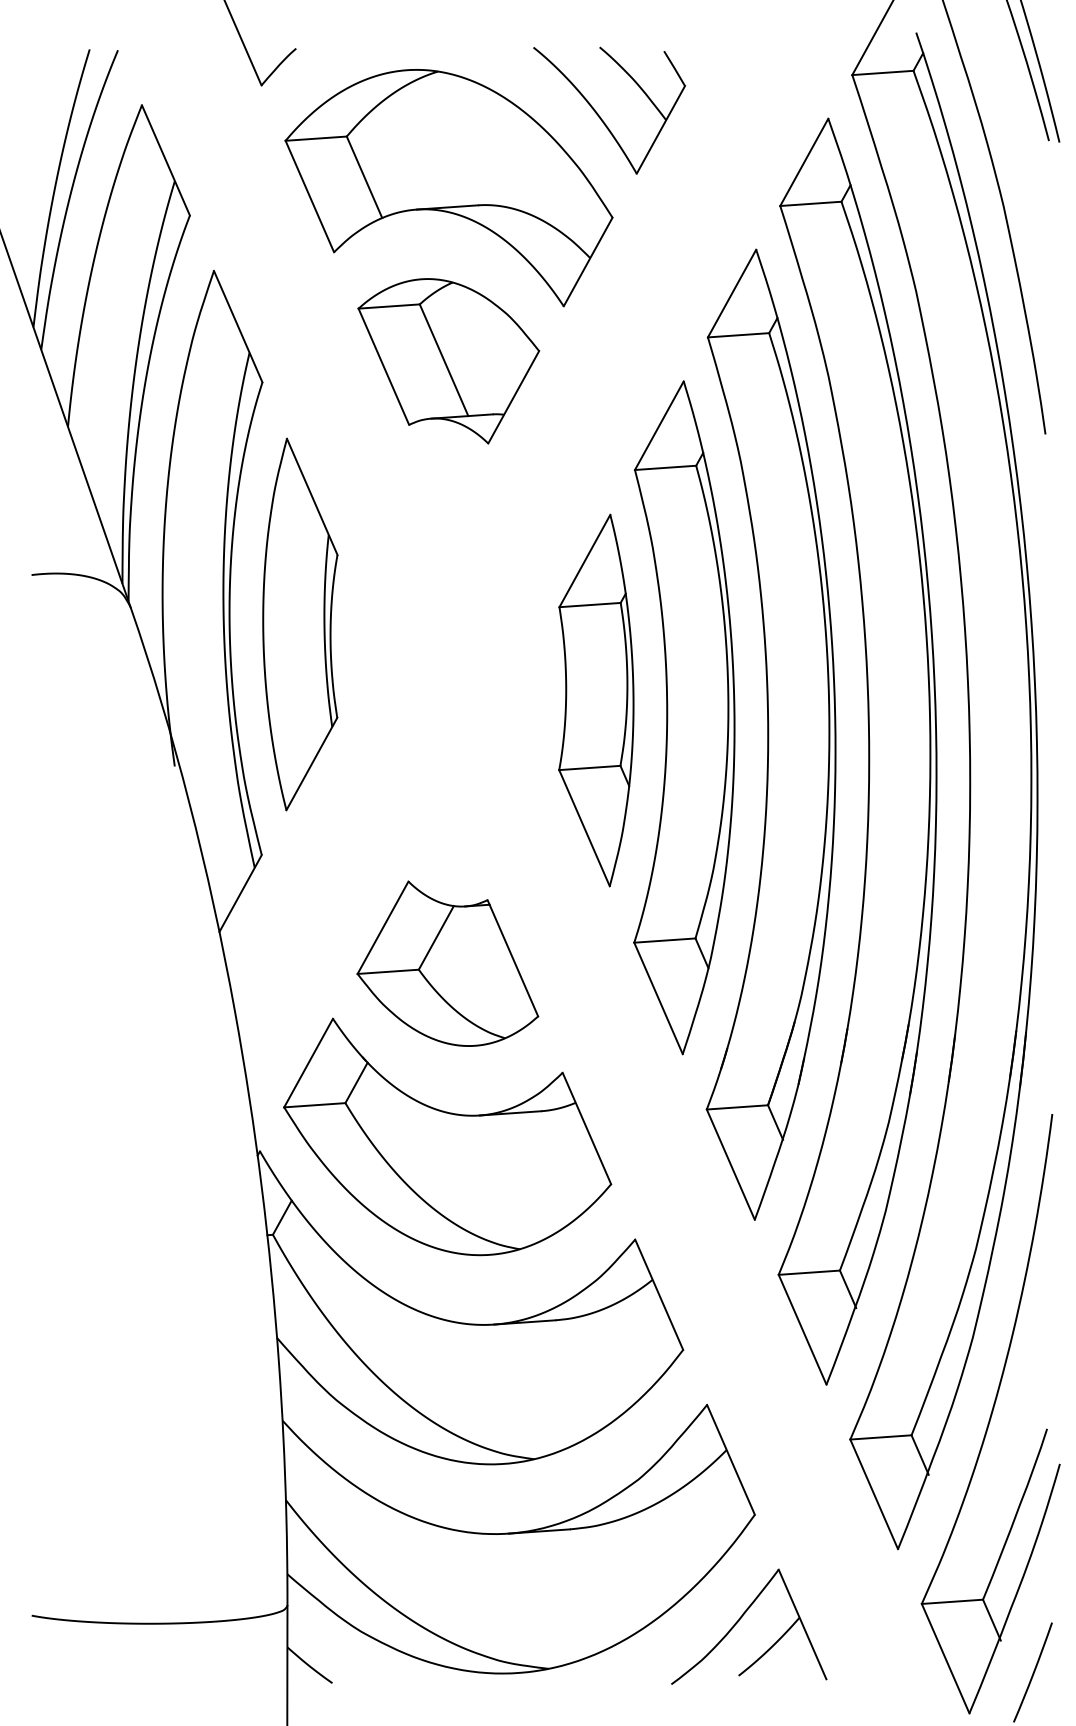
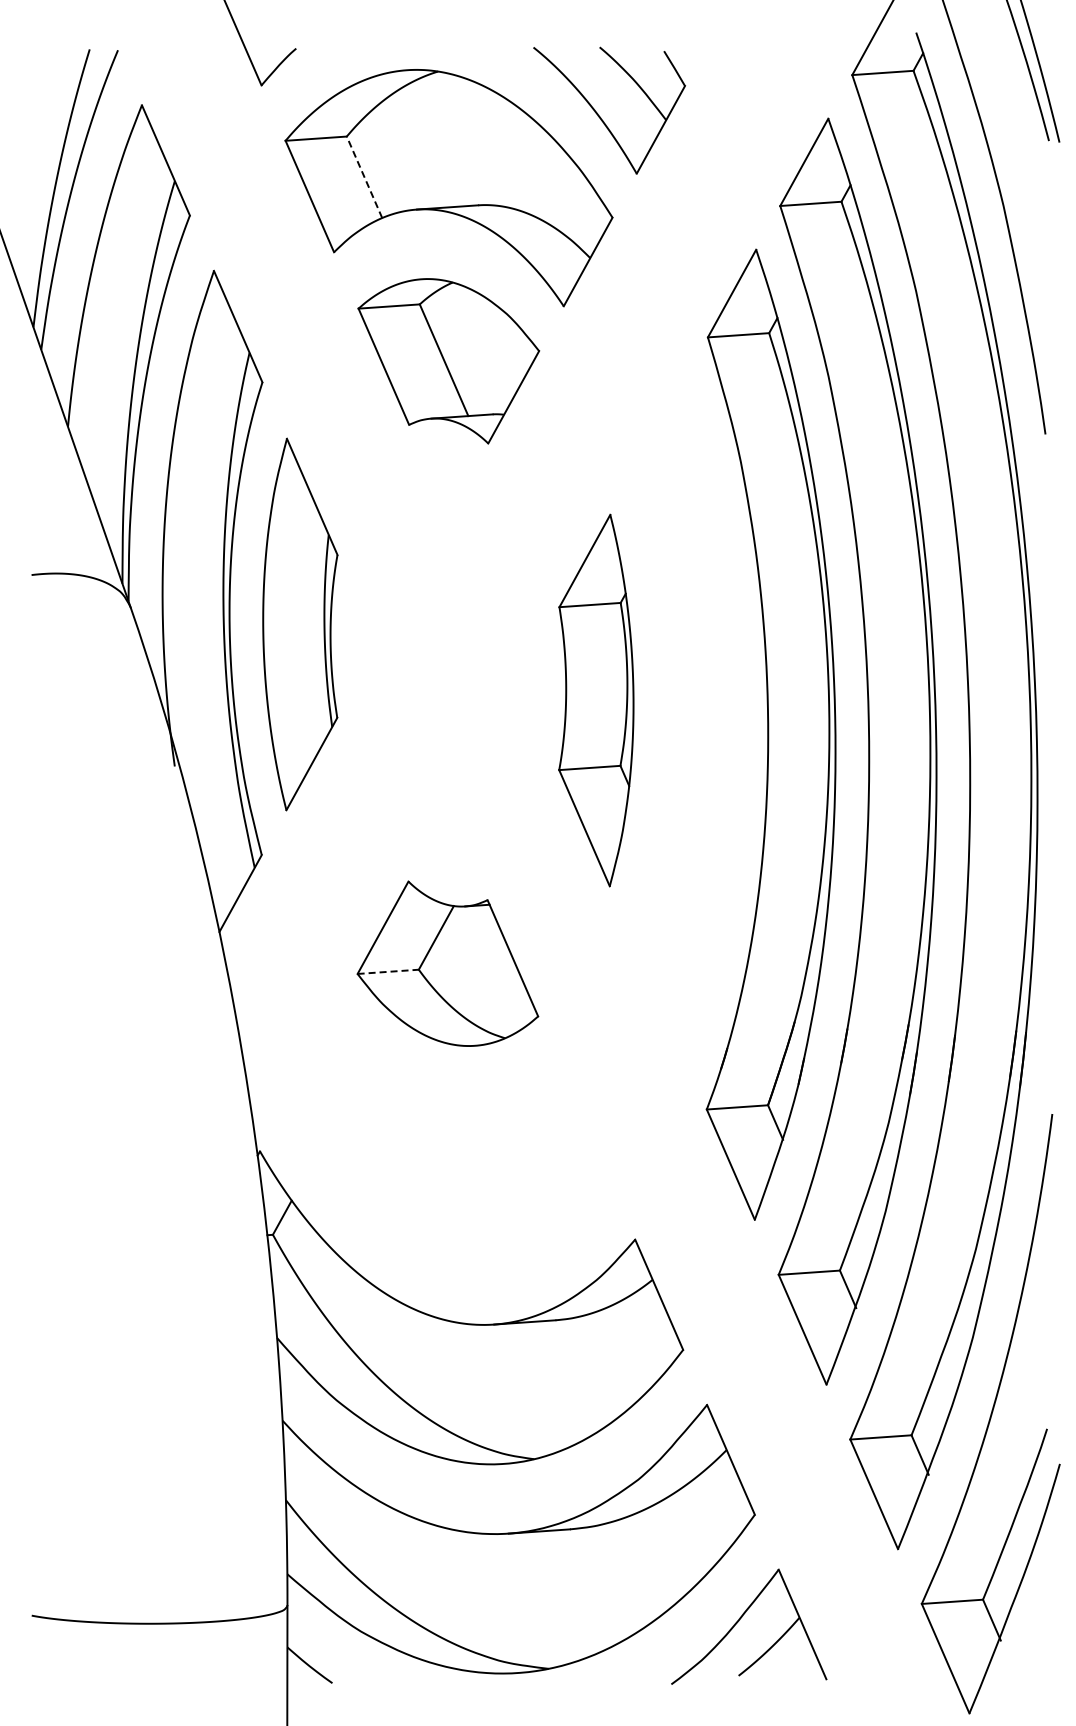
line at (364, 176): solid -> dashed
part at (684, 717): present -> none
line at (388, 971): solid -> dashed
part at (447, 1136): present -> none
curve at (1033, 1672): present -> none
